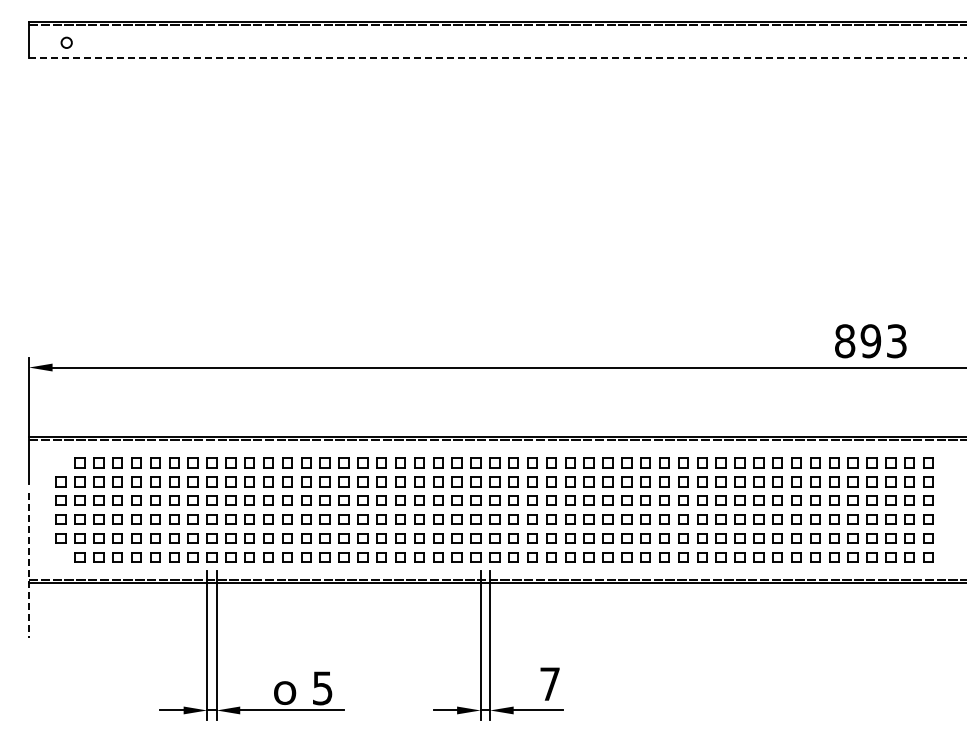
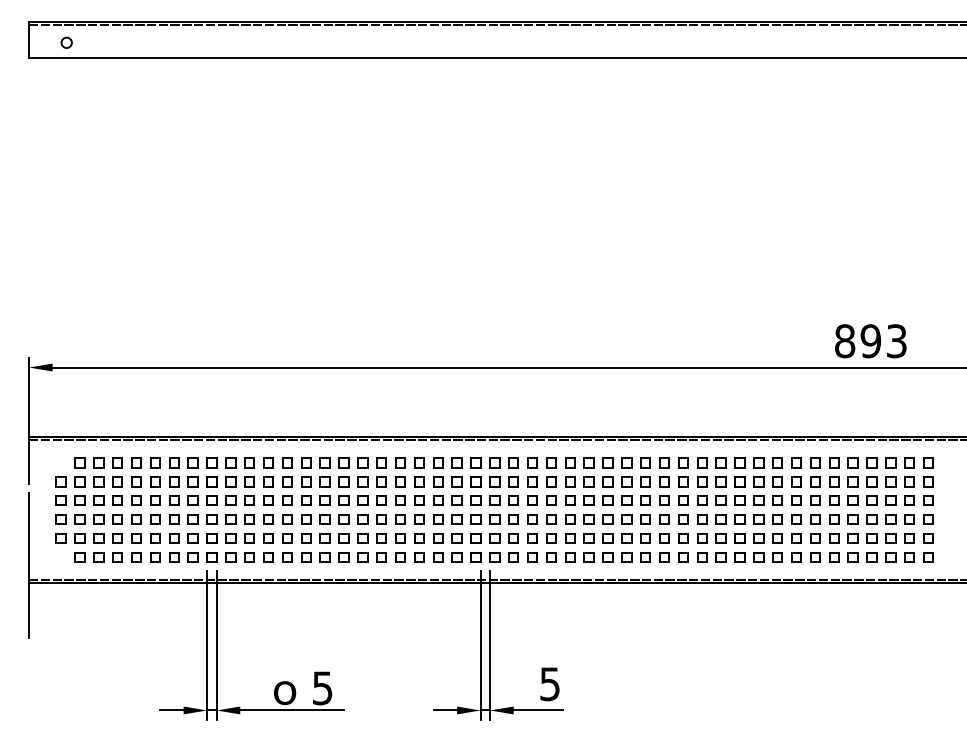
line at (497, 57): dashed -> solid
line at (29, 565): dashed -> solid
text at (549, 684): 7 -> 5
